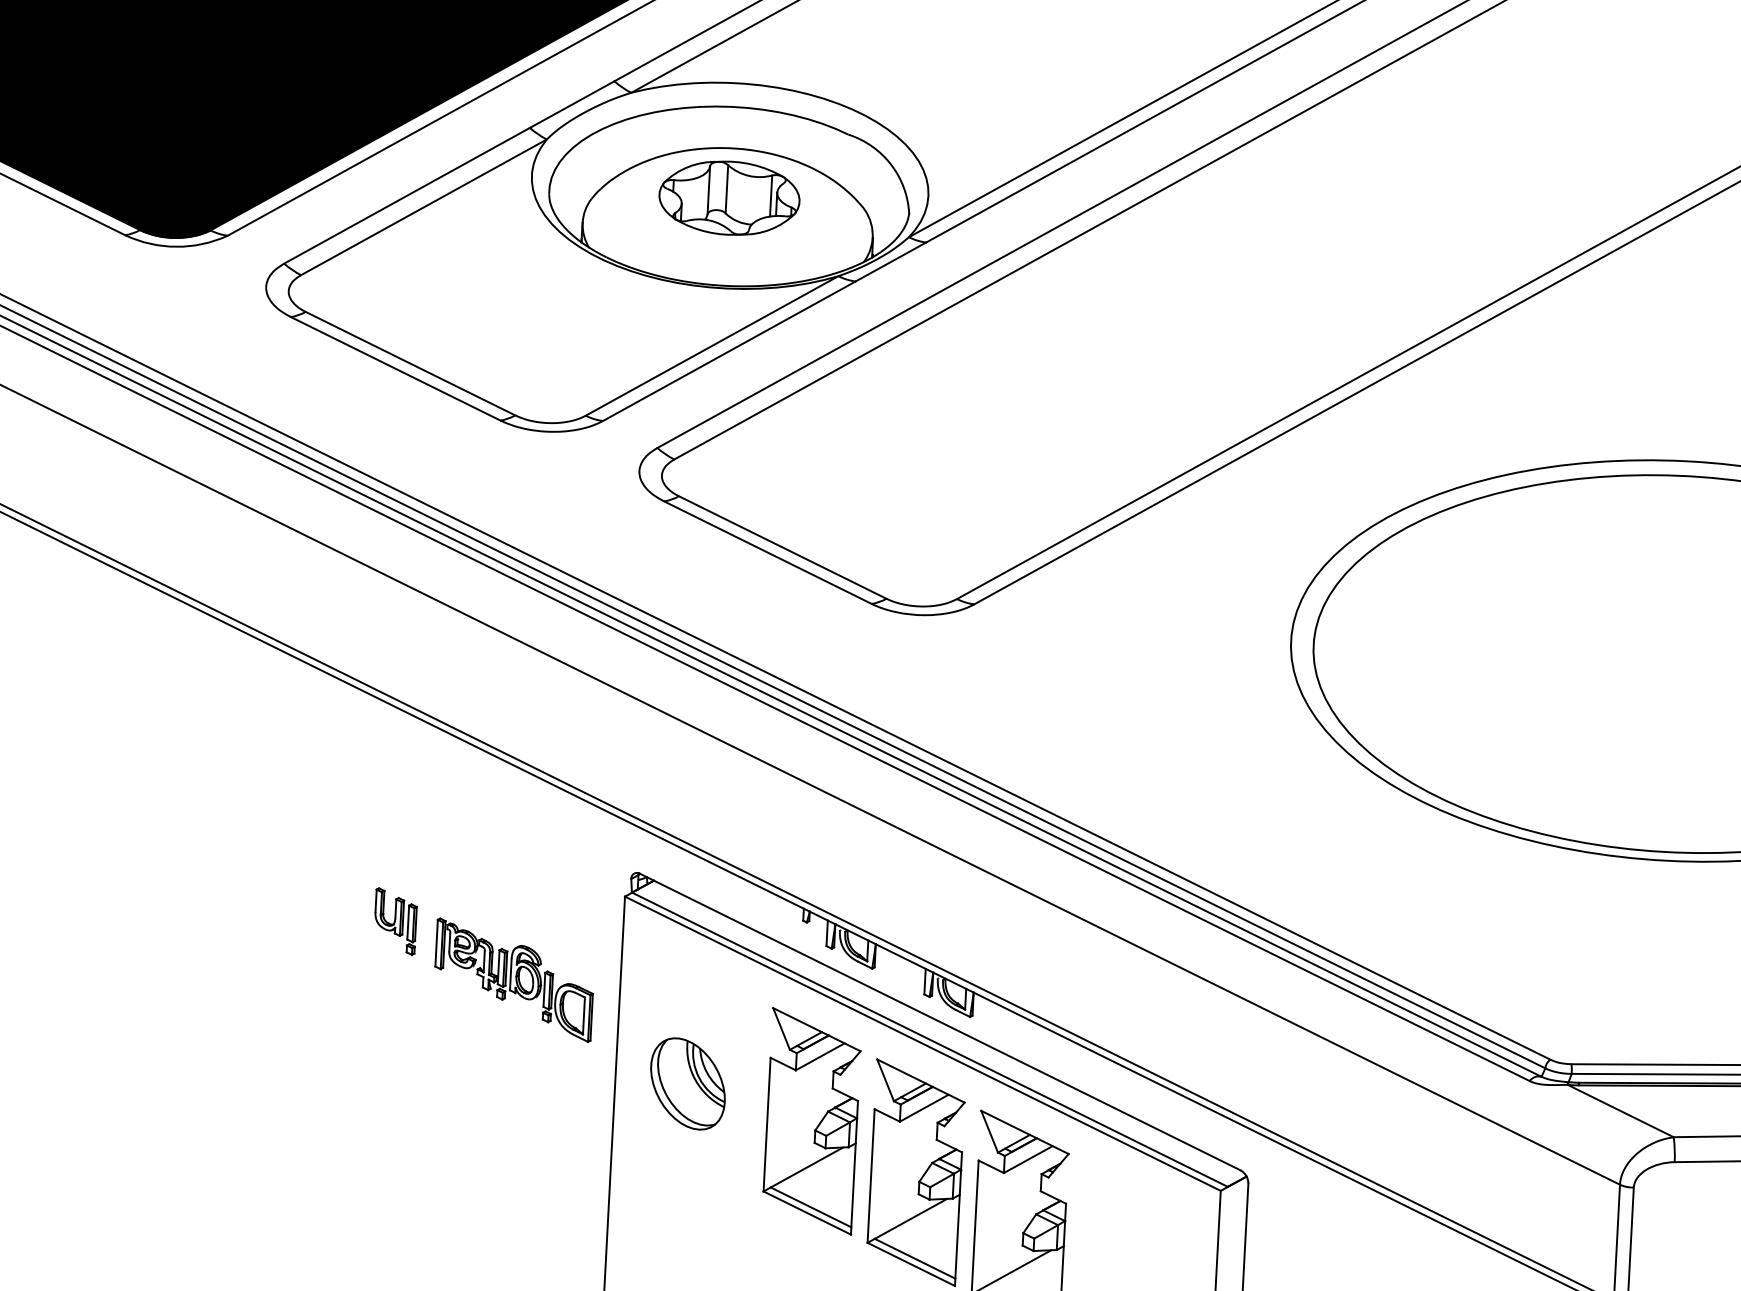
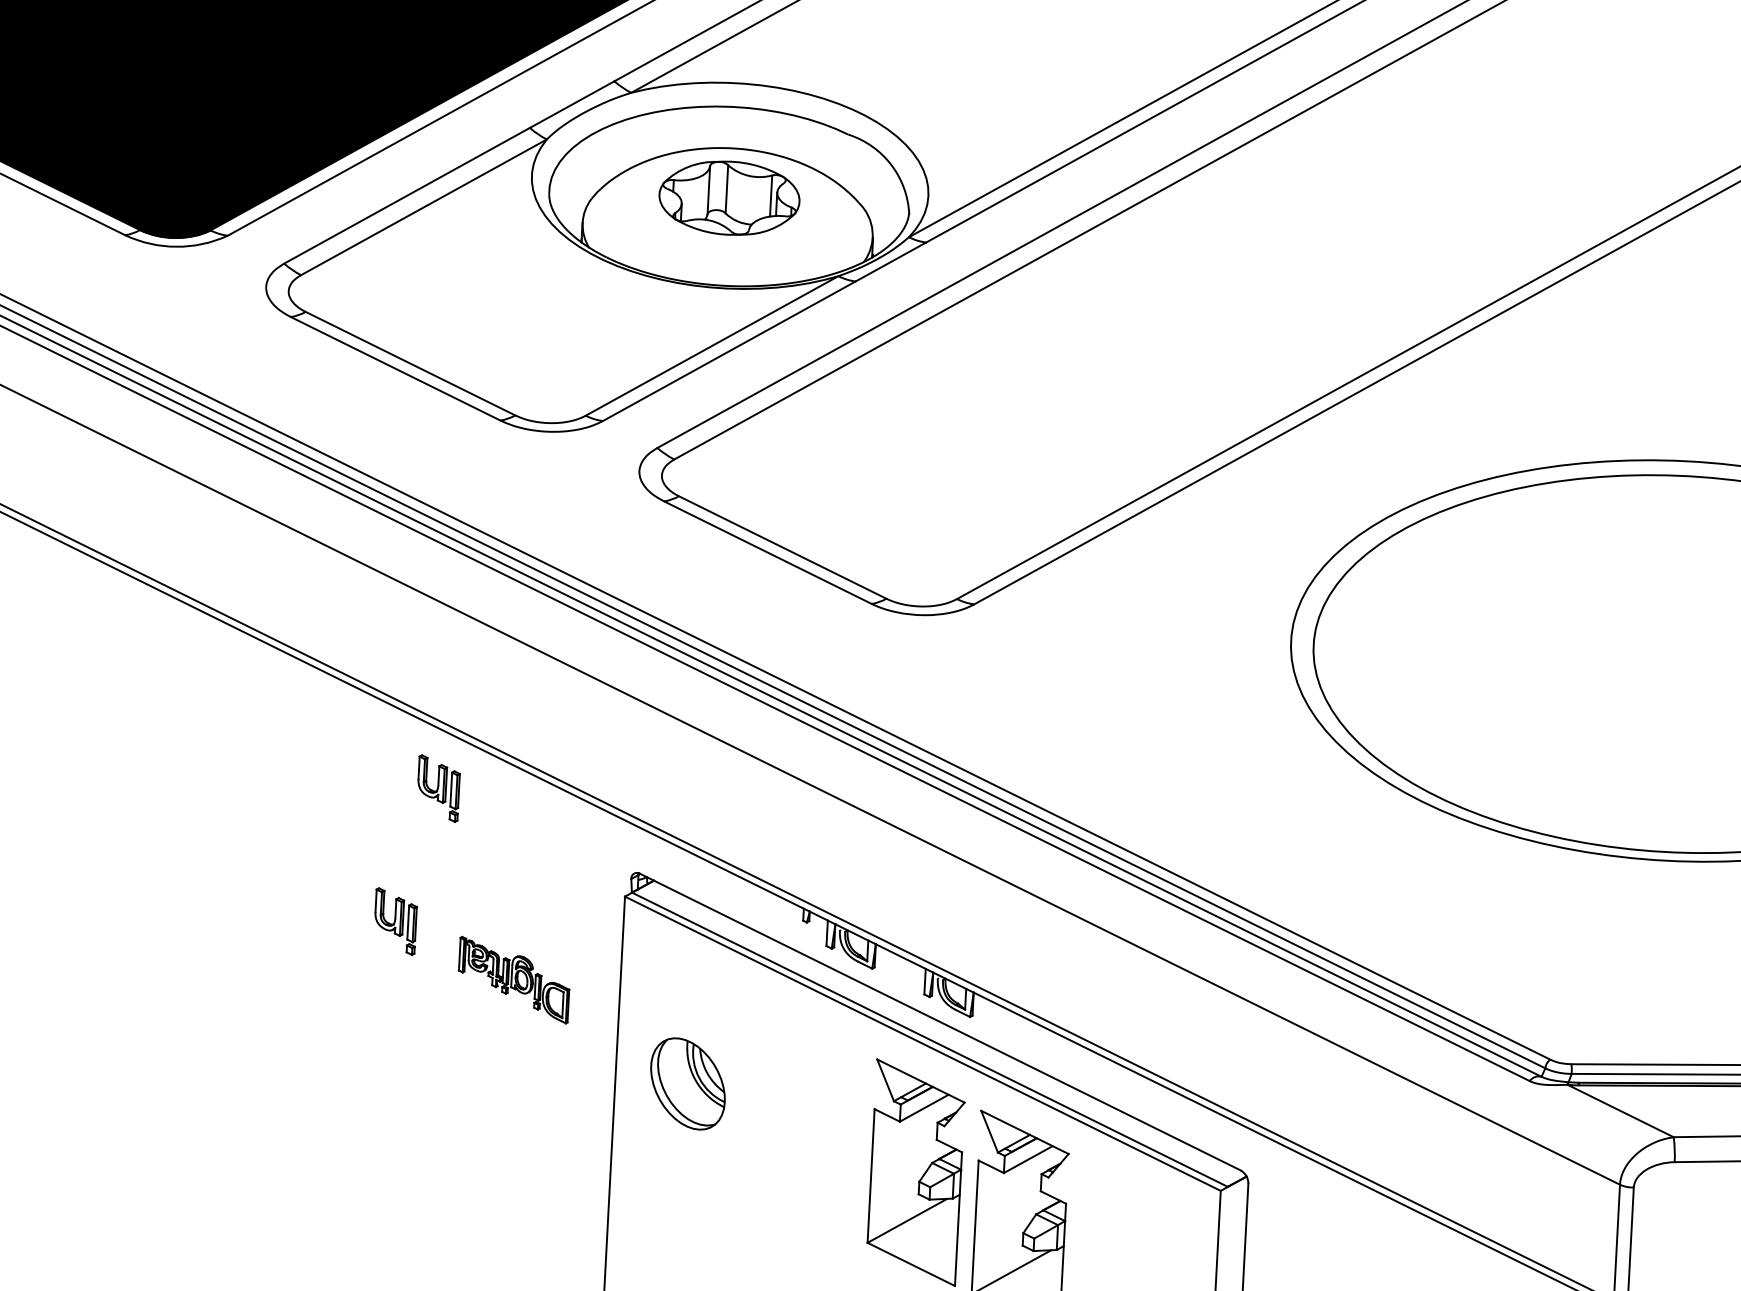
part at (438, 788): none -> present
part at (513, 979) size: 160x126 px -> 113x90 px
part at (811, 1121): present -> none
line at (914, 1258): present -> none
